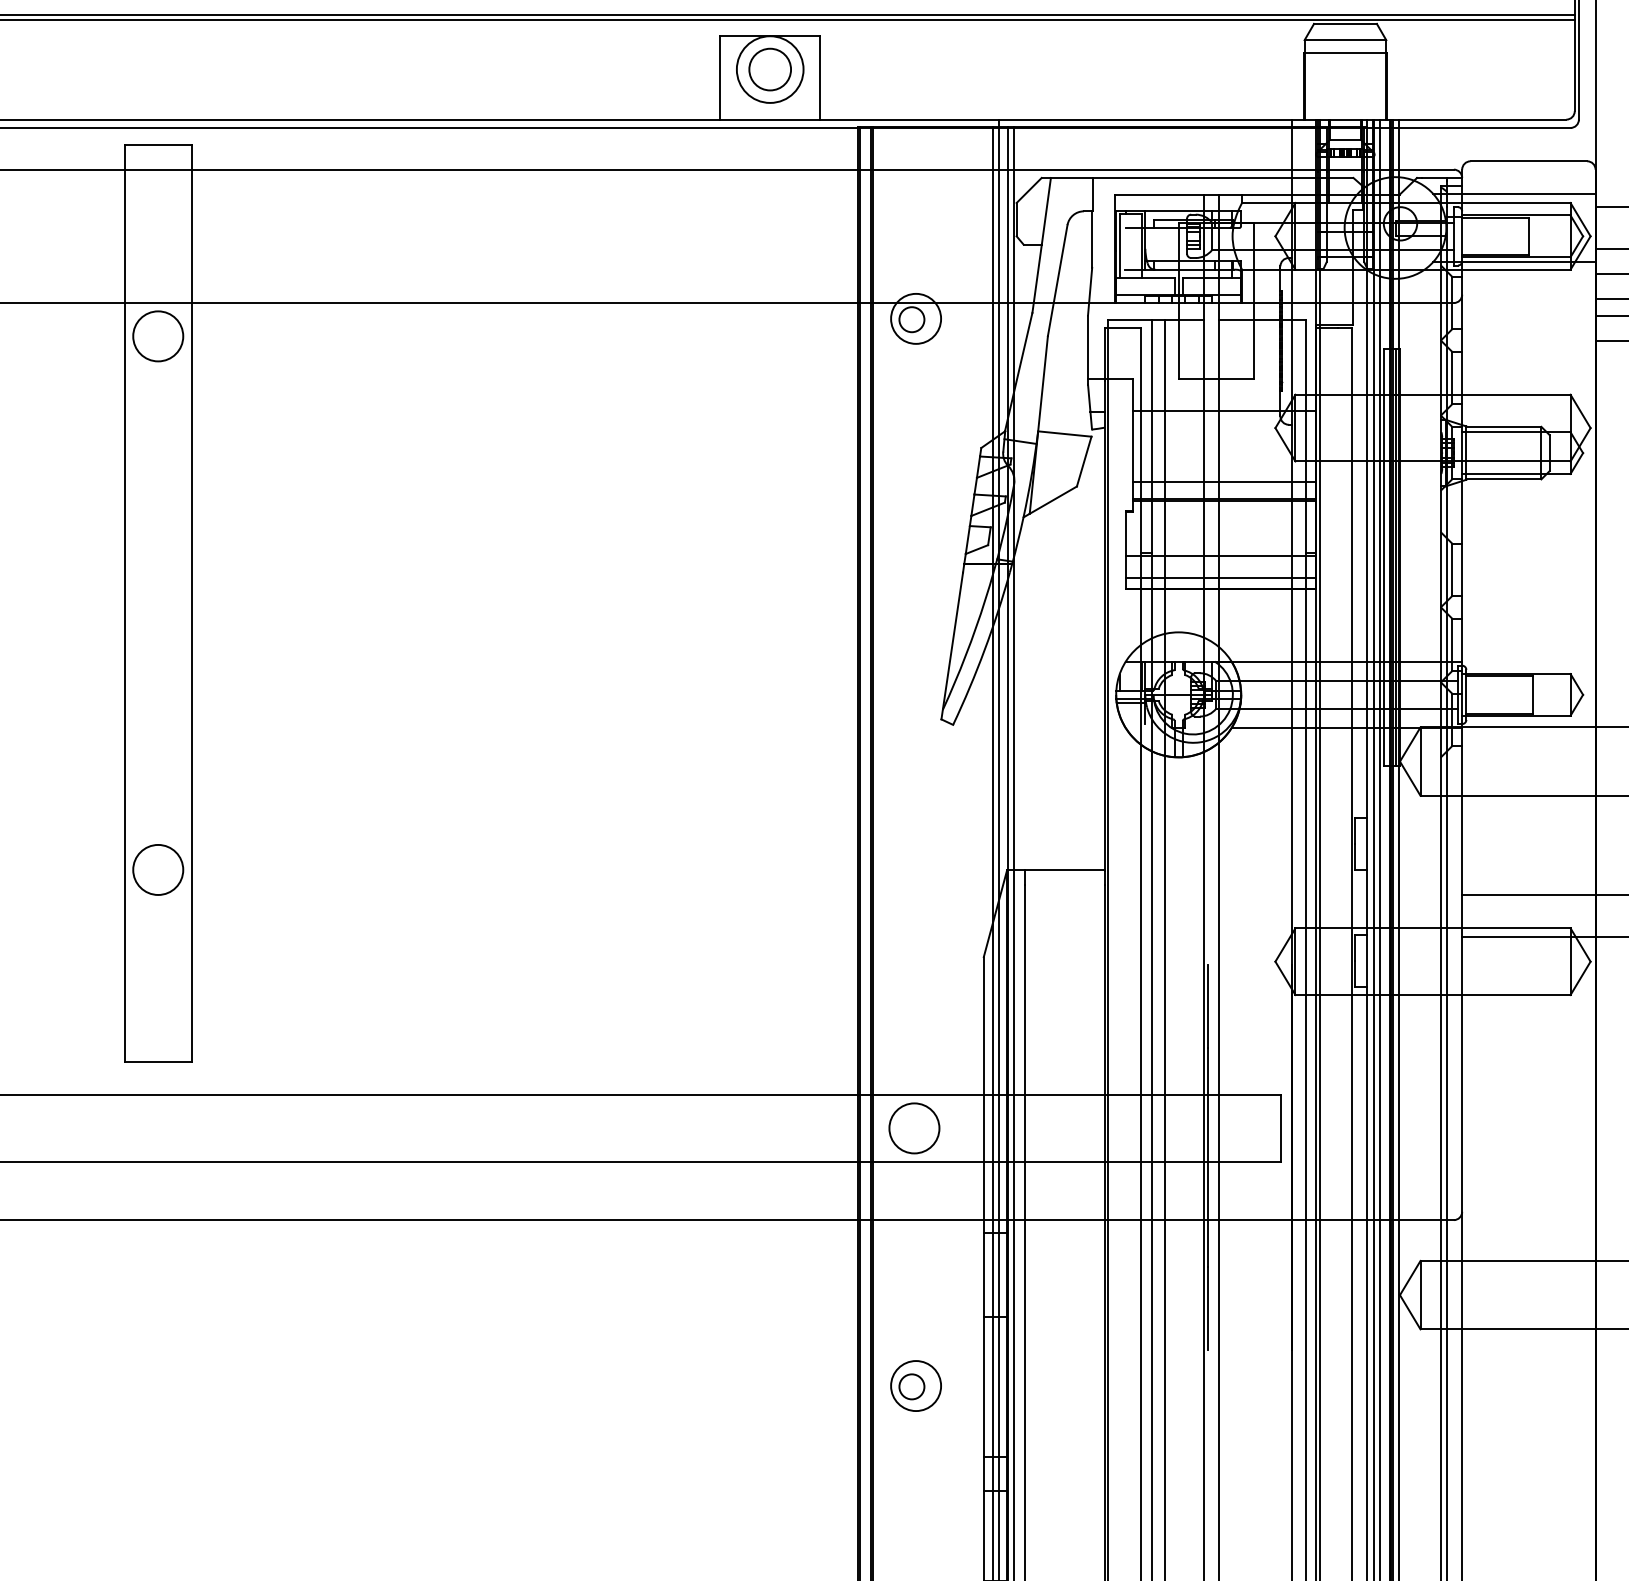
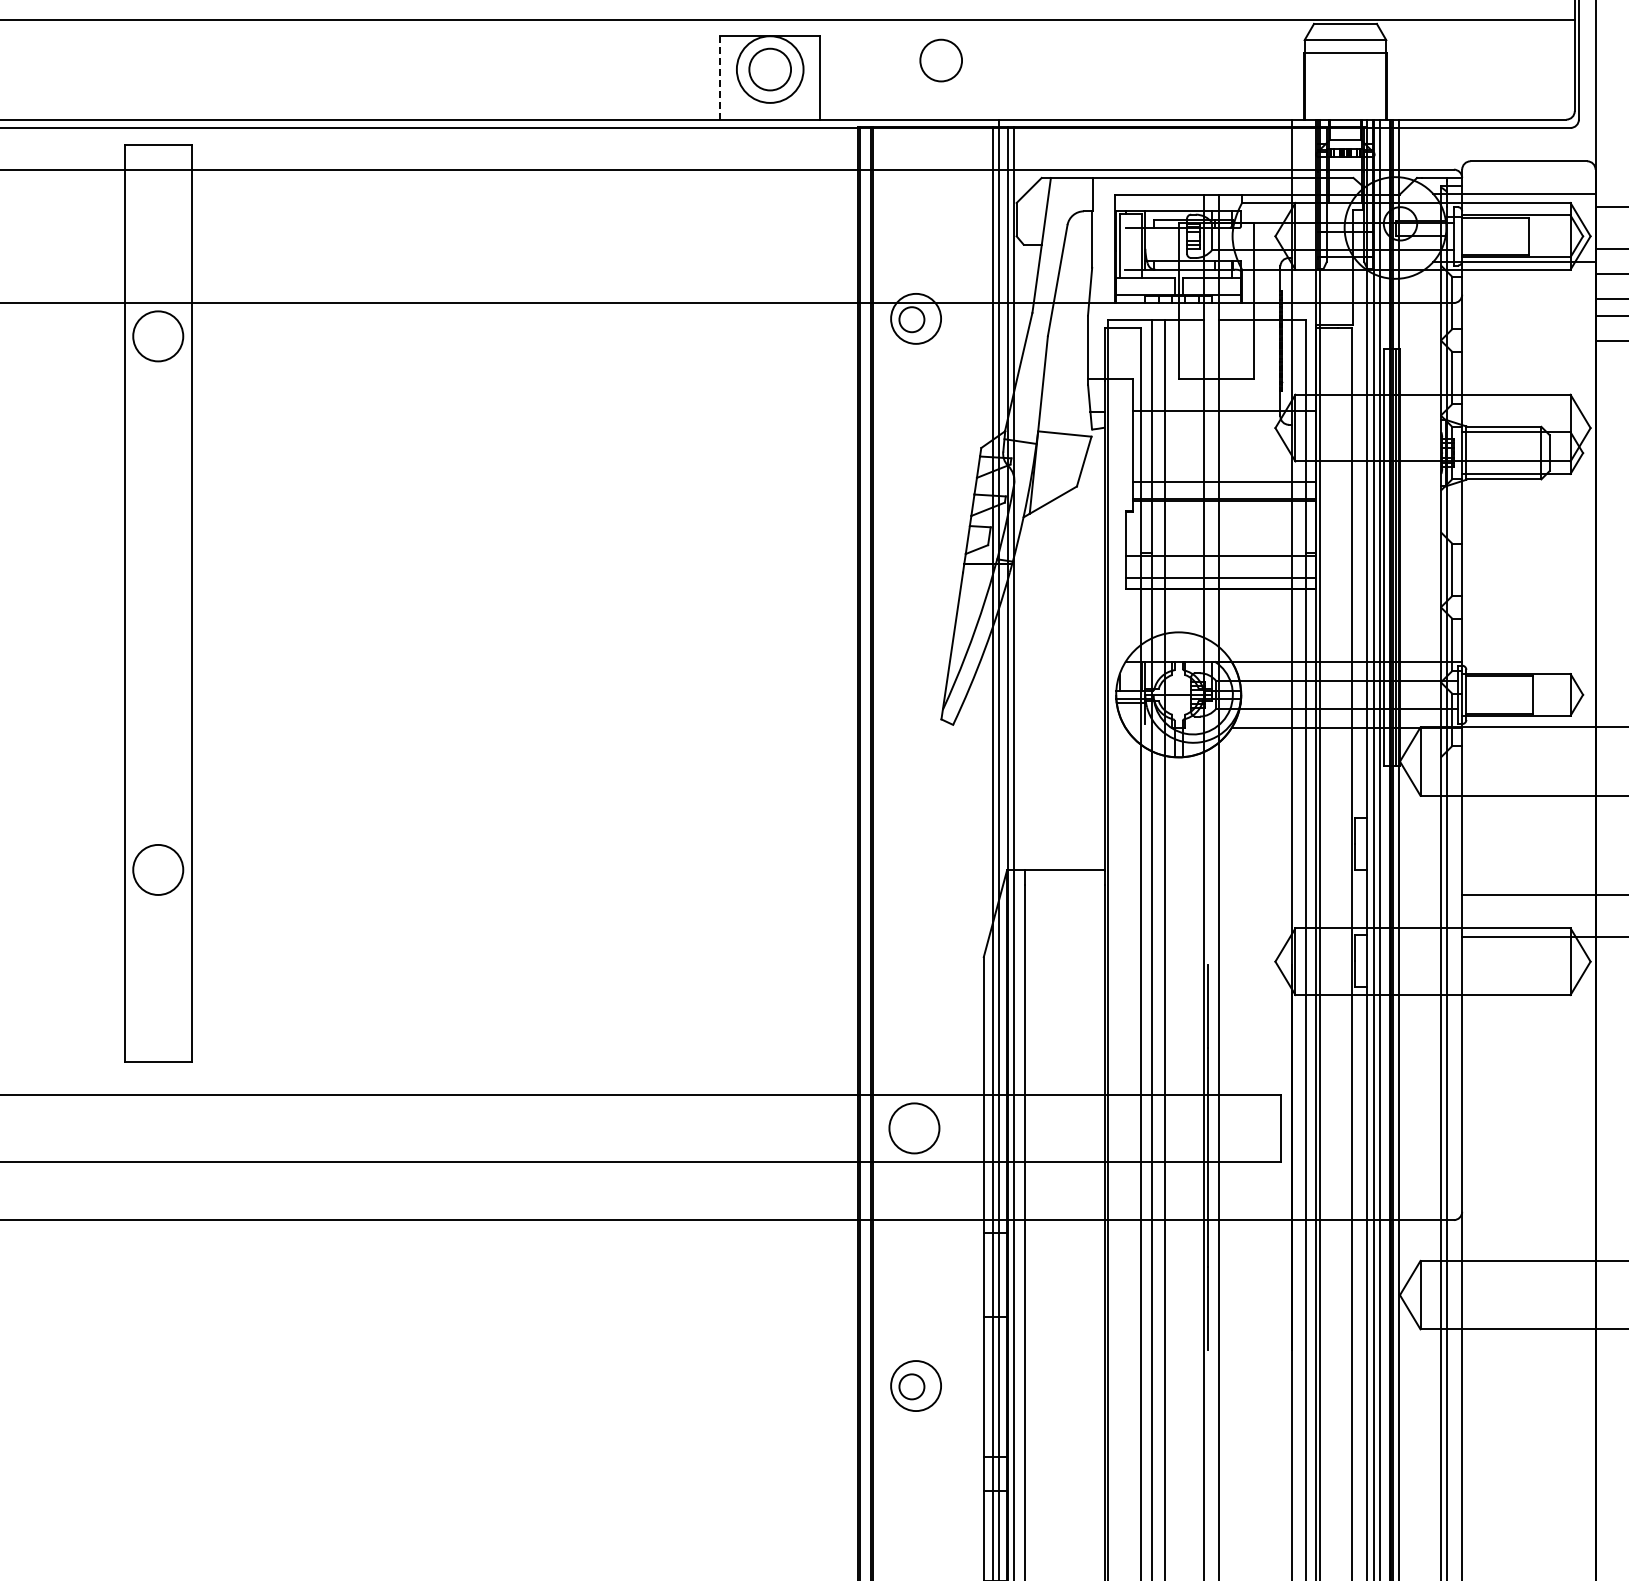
line at (788, 14): present -> none
circle at (940, 60): none -> present
line at (720, 77): solid -> dashed
